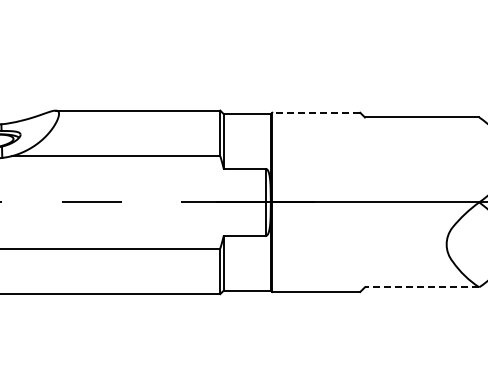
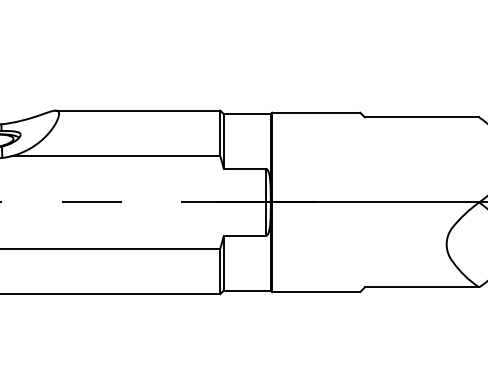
line at (316, 112): dashed -> solid
line at (421, 287): dashed -> solid
